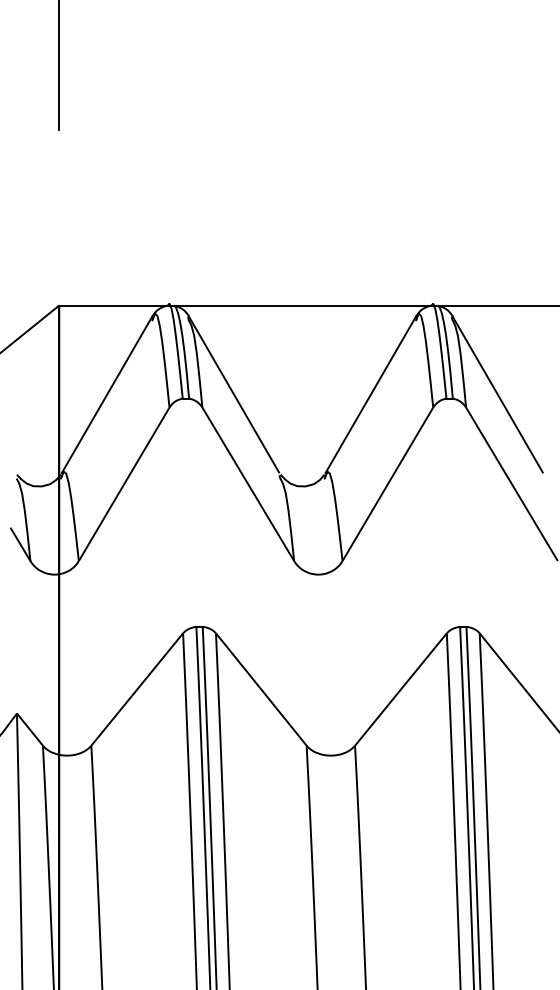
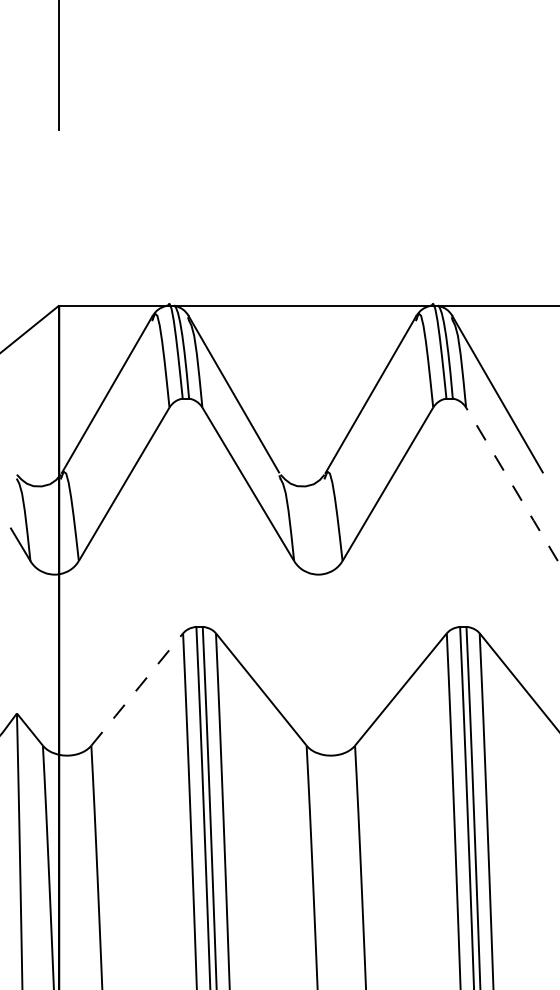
line at (511, 484): solid -> dashed
line at (137, 689): solid -> dashed
